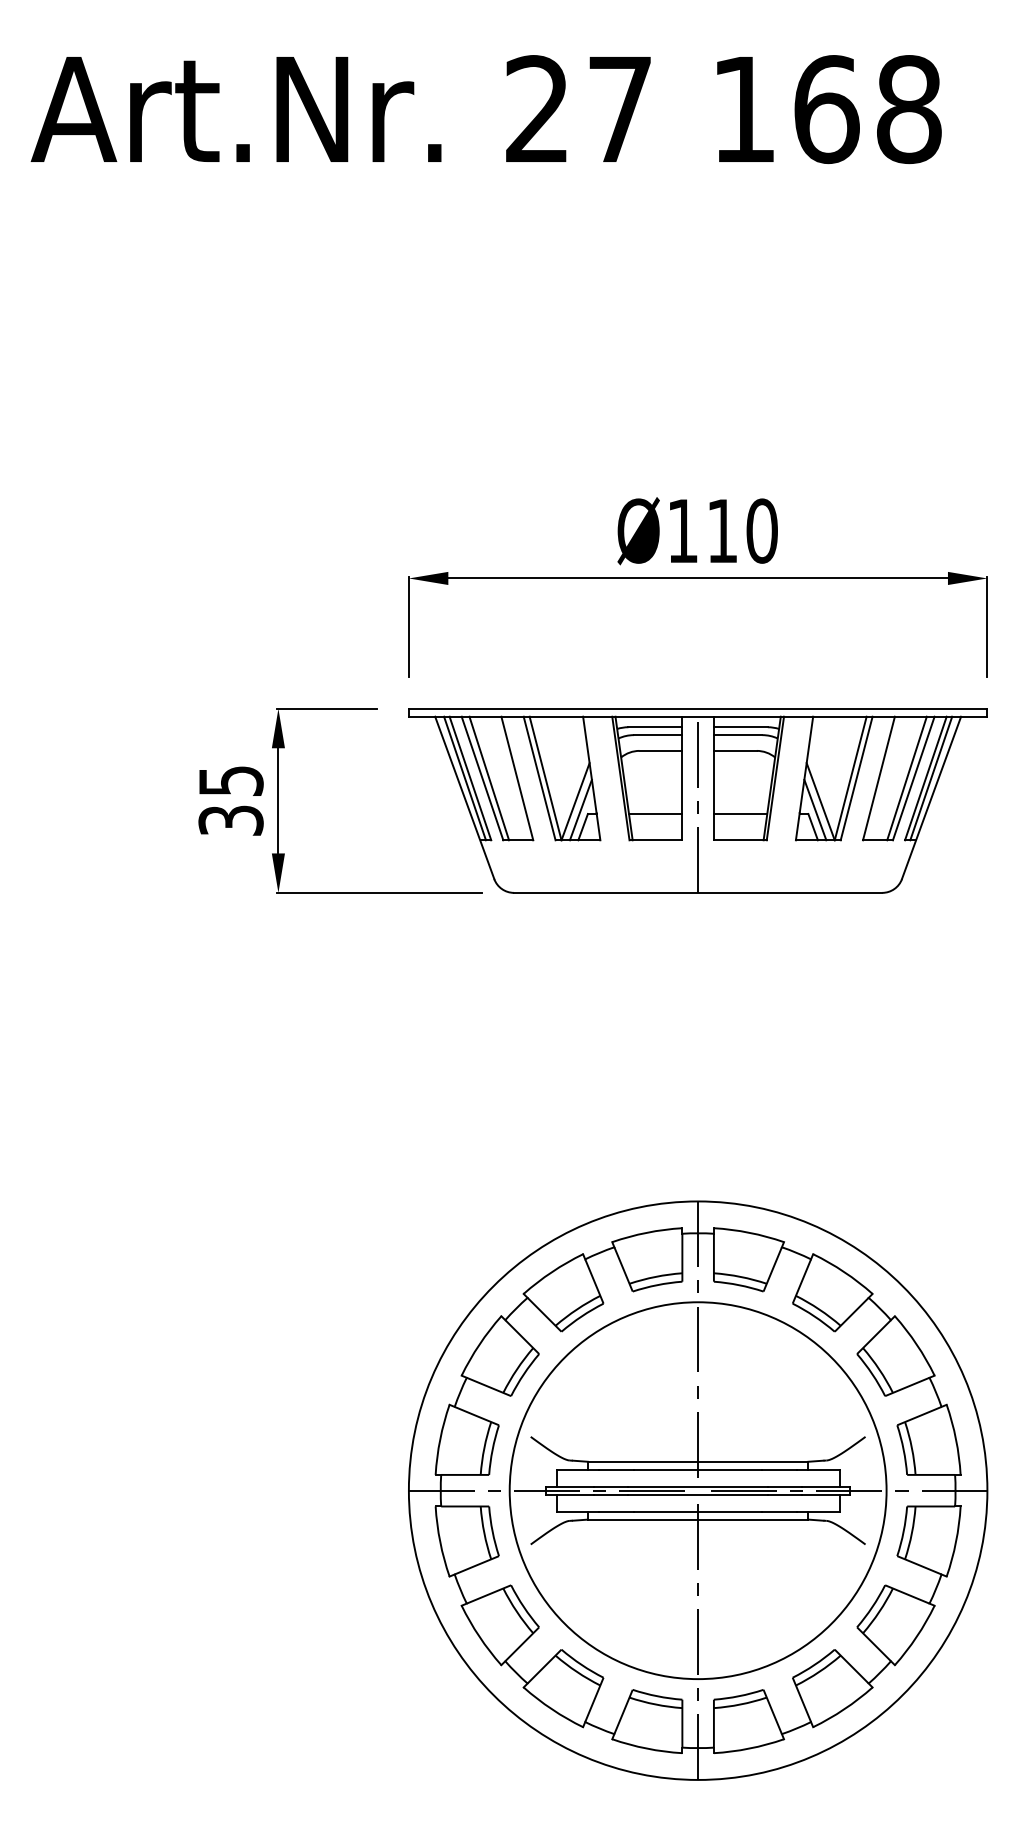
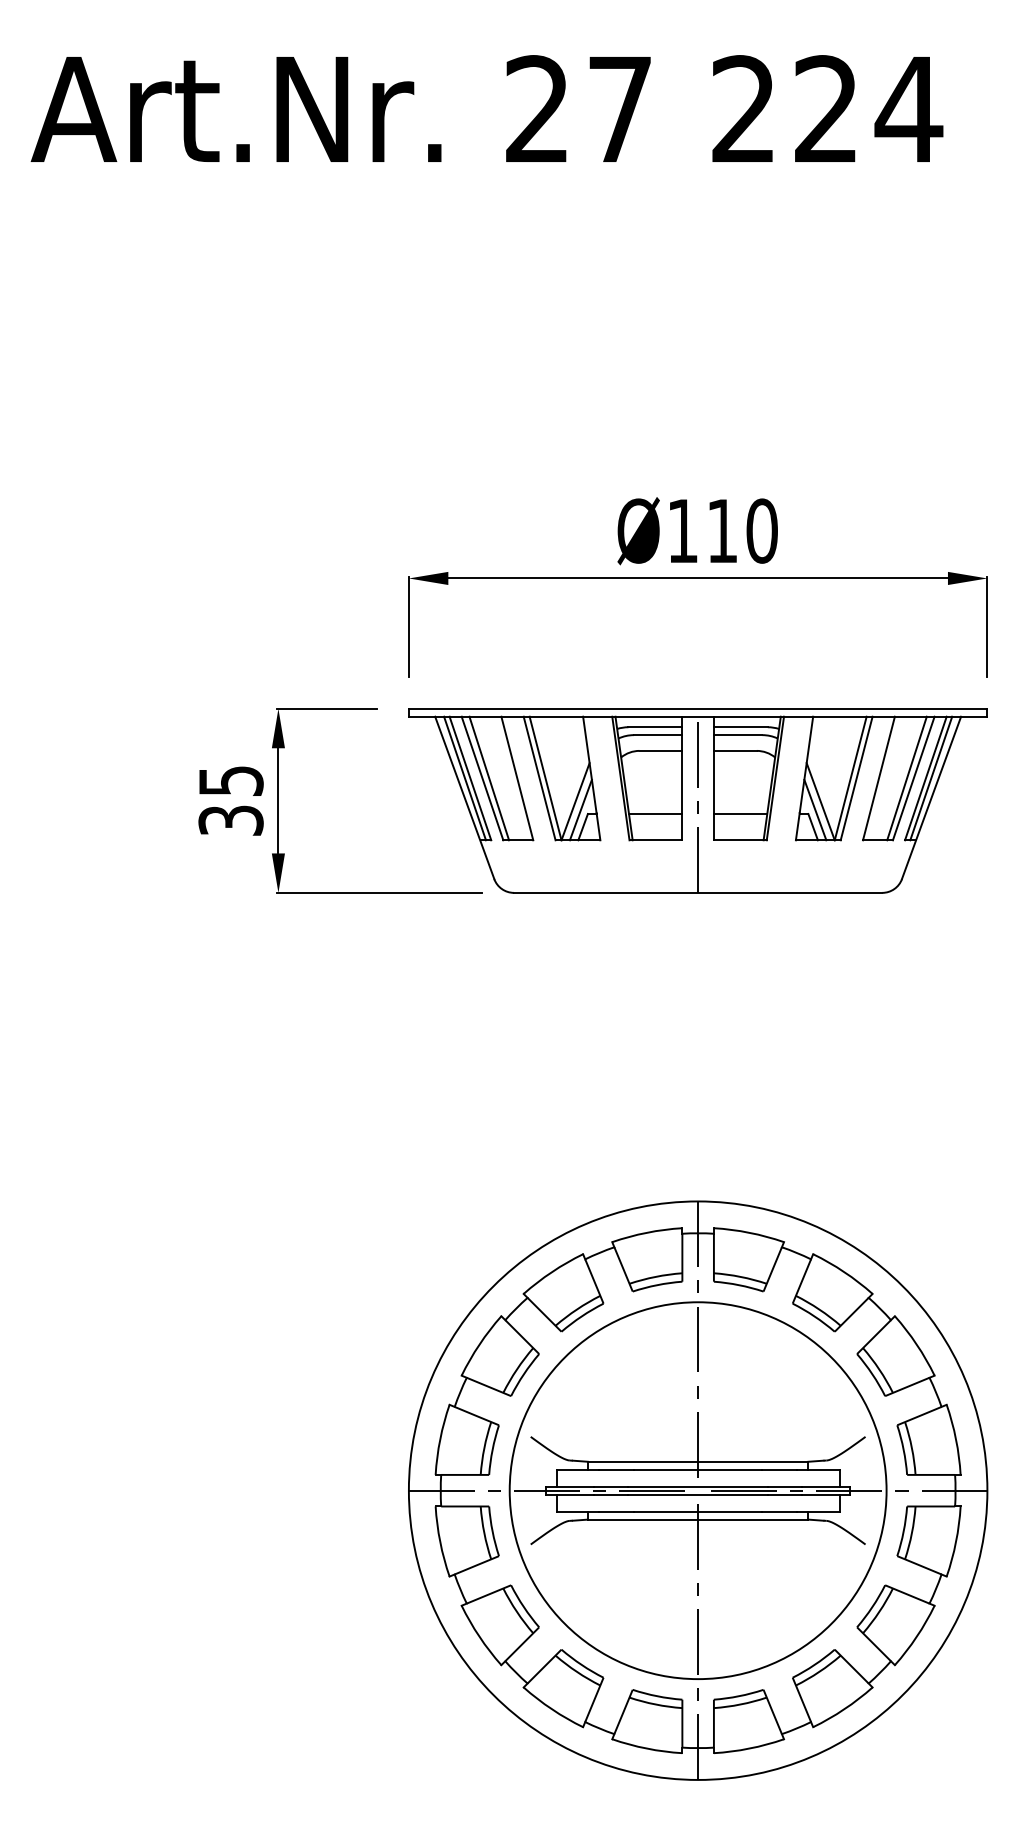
text at (827, 109): 168 -> 224
